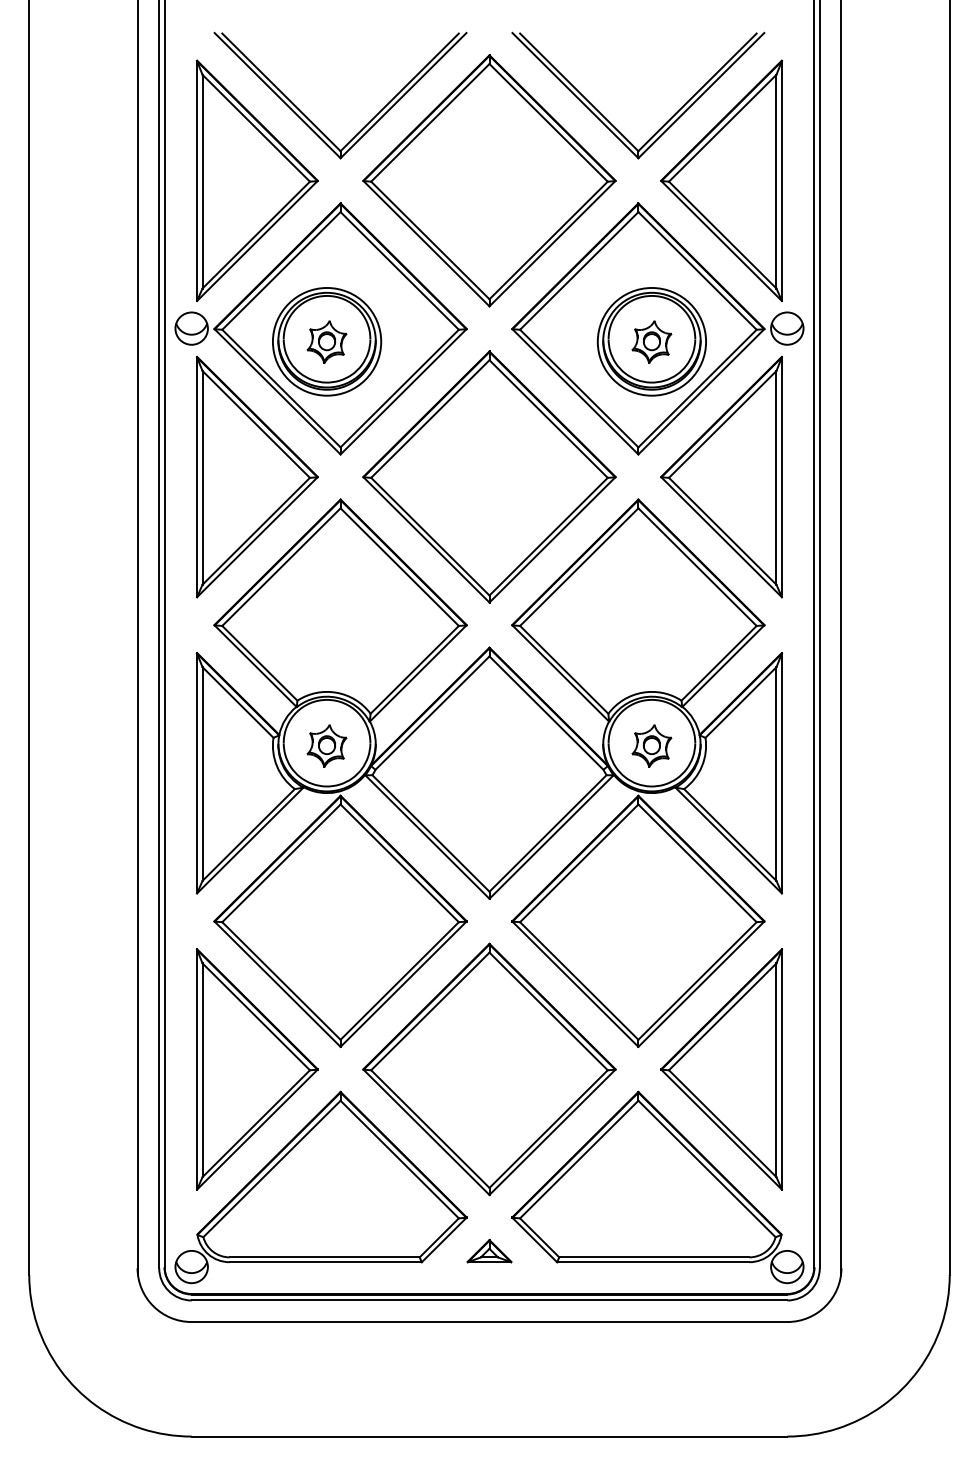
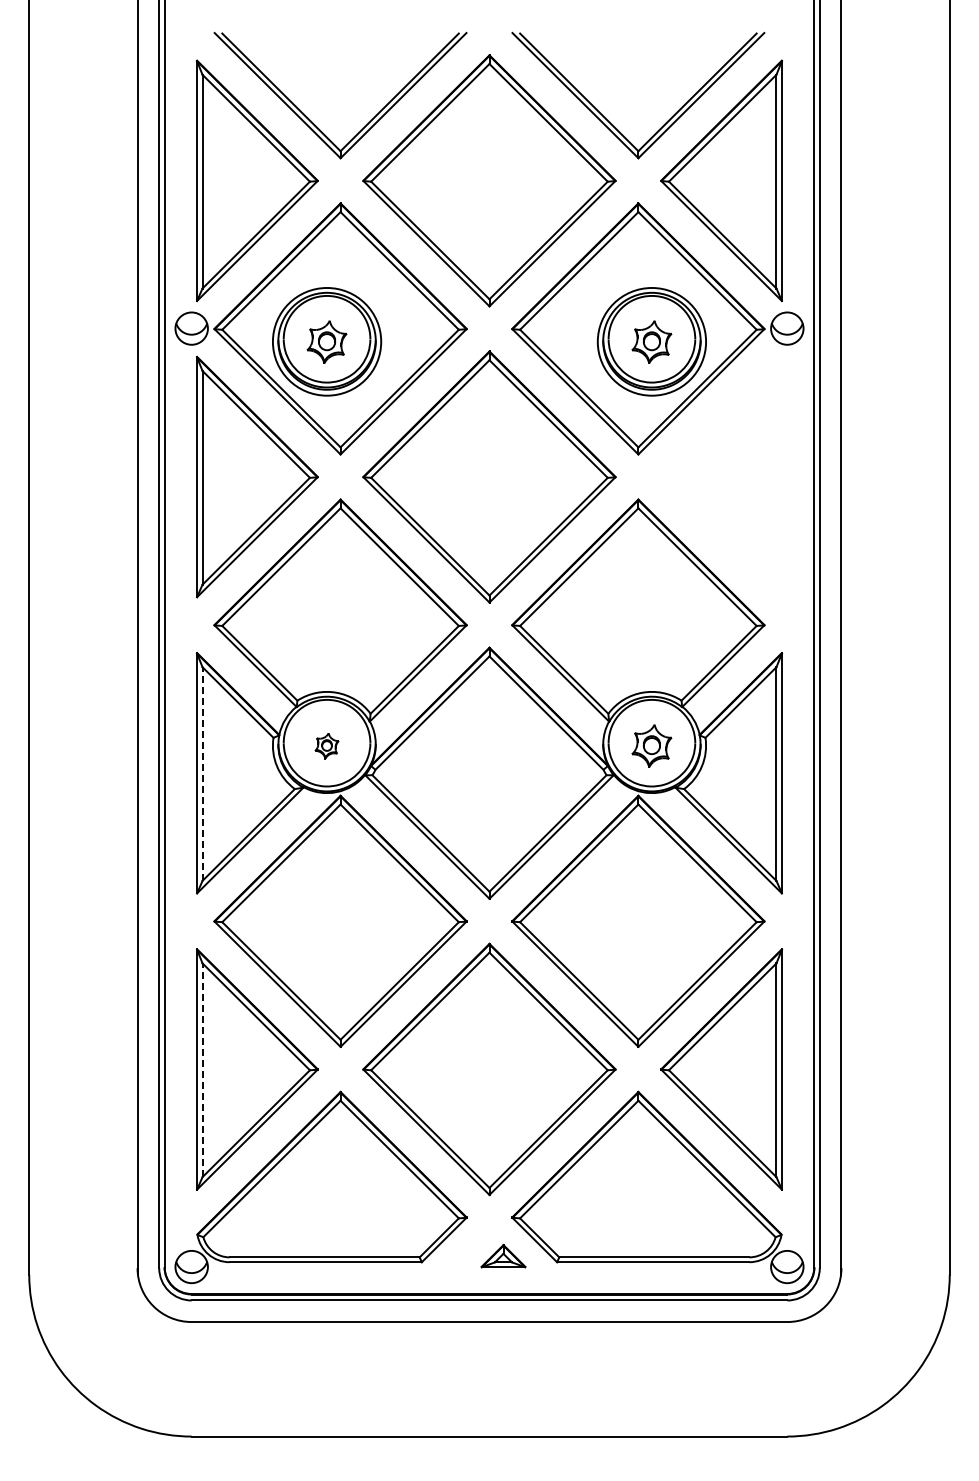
part at (721, 476): present -> none
part at (326, 745) size: 42x44 px -> 26x27 px
line at (202, 774): solid -> dashed
line at (202, 1070): solid -> dashed
part at (489, 1251) position: (489, 1251) -> (503, 1256)
